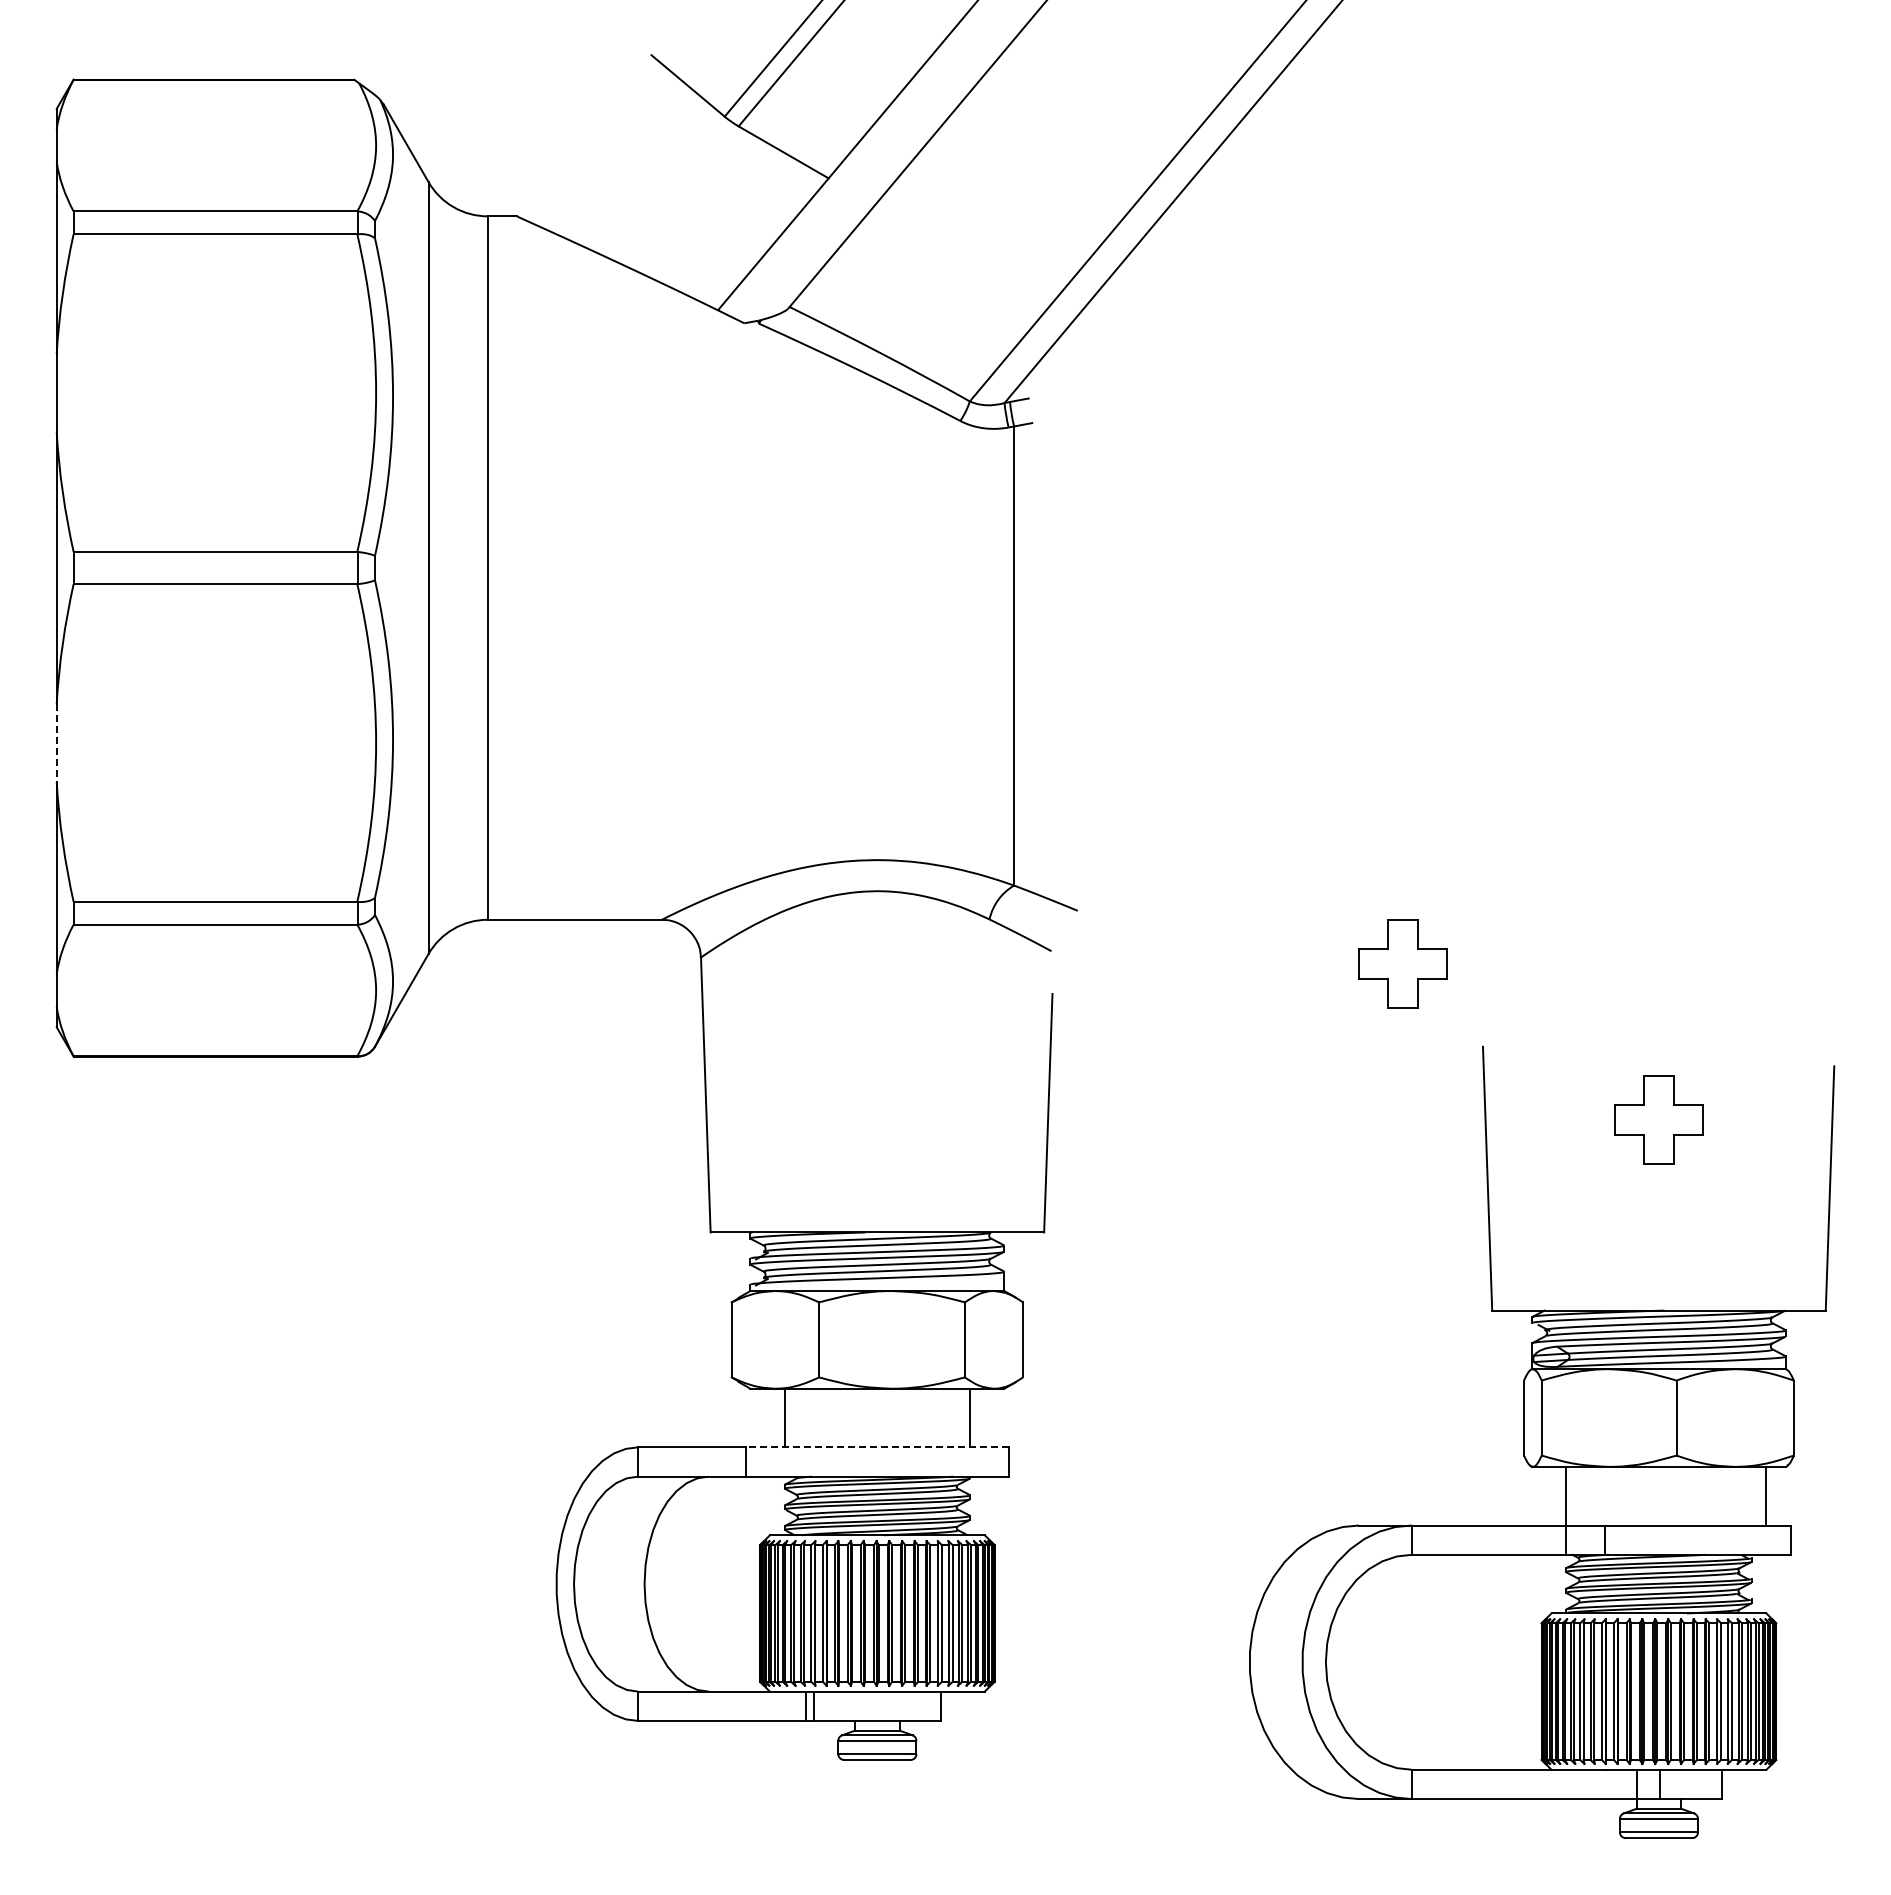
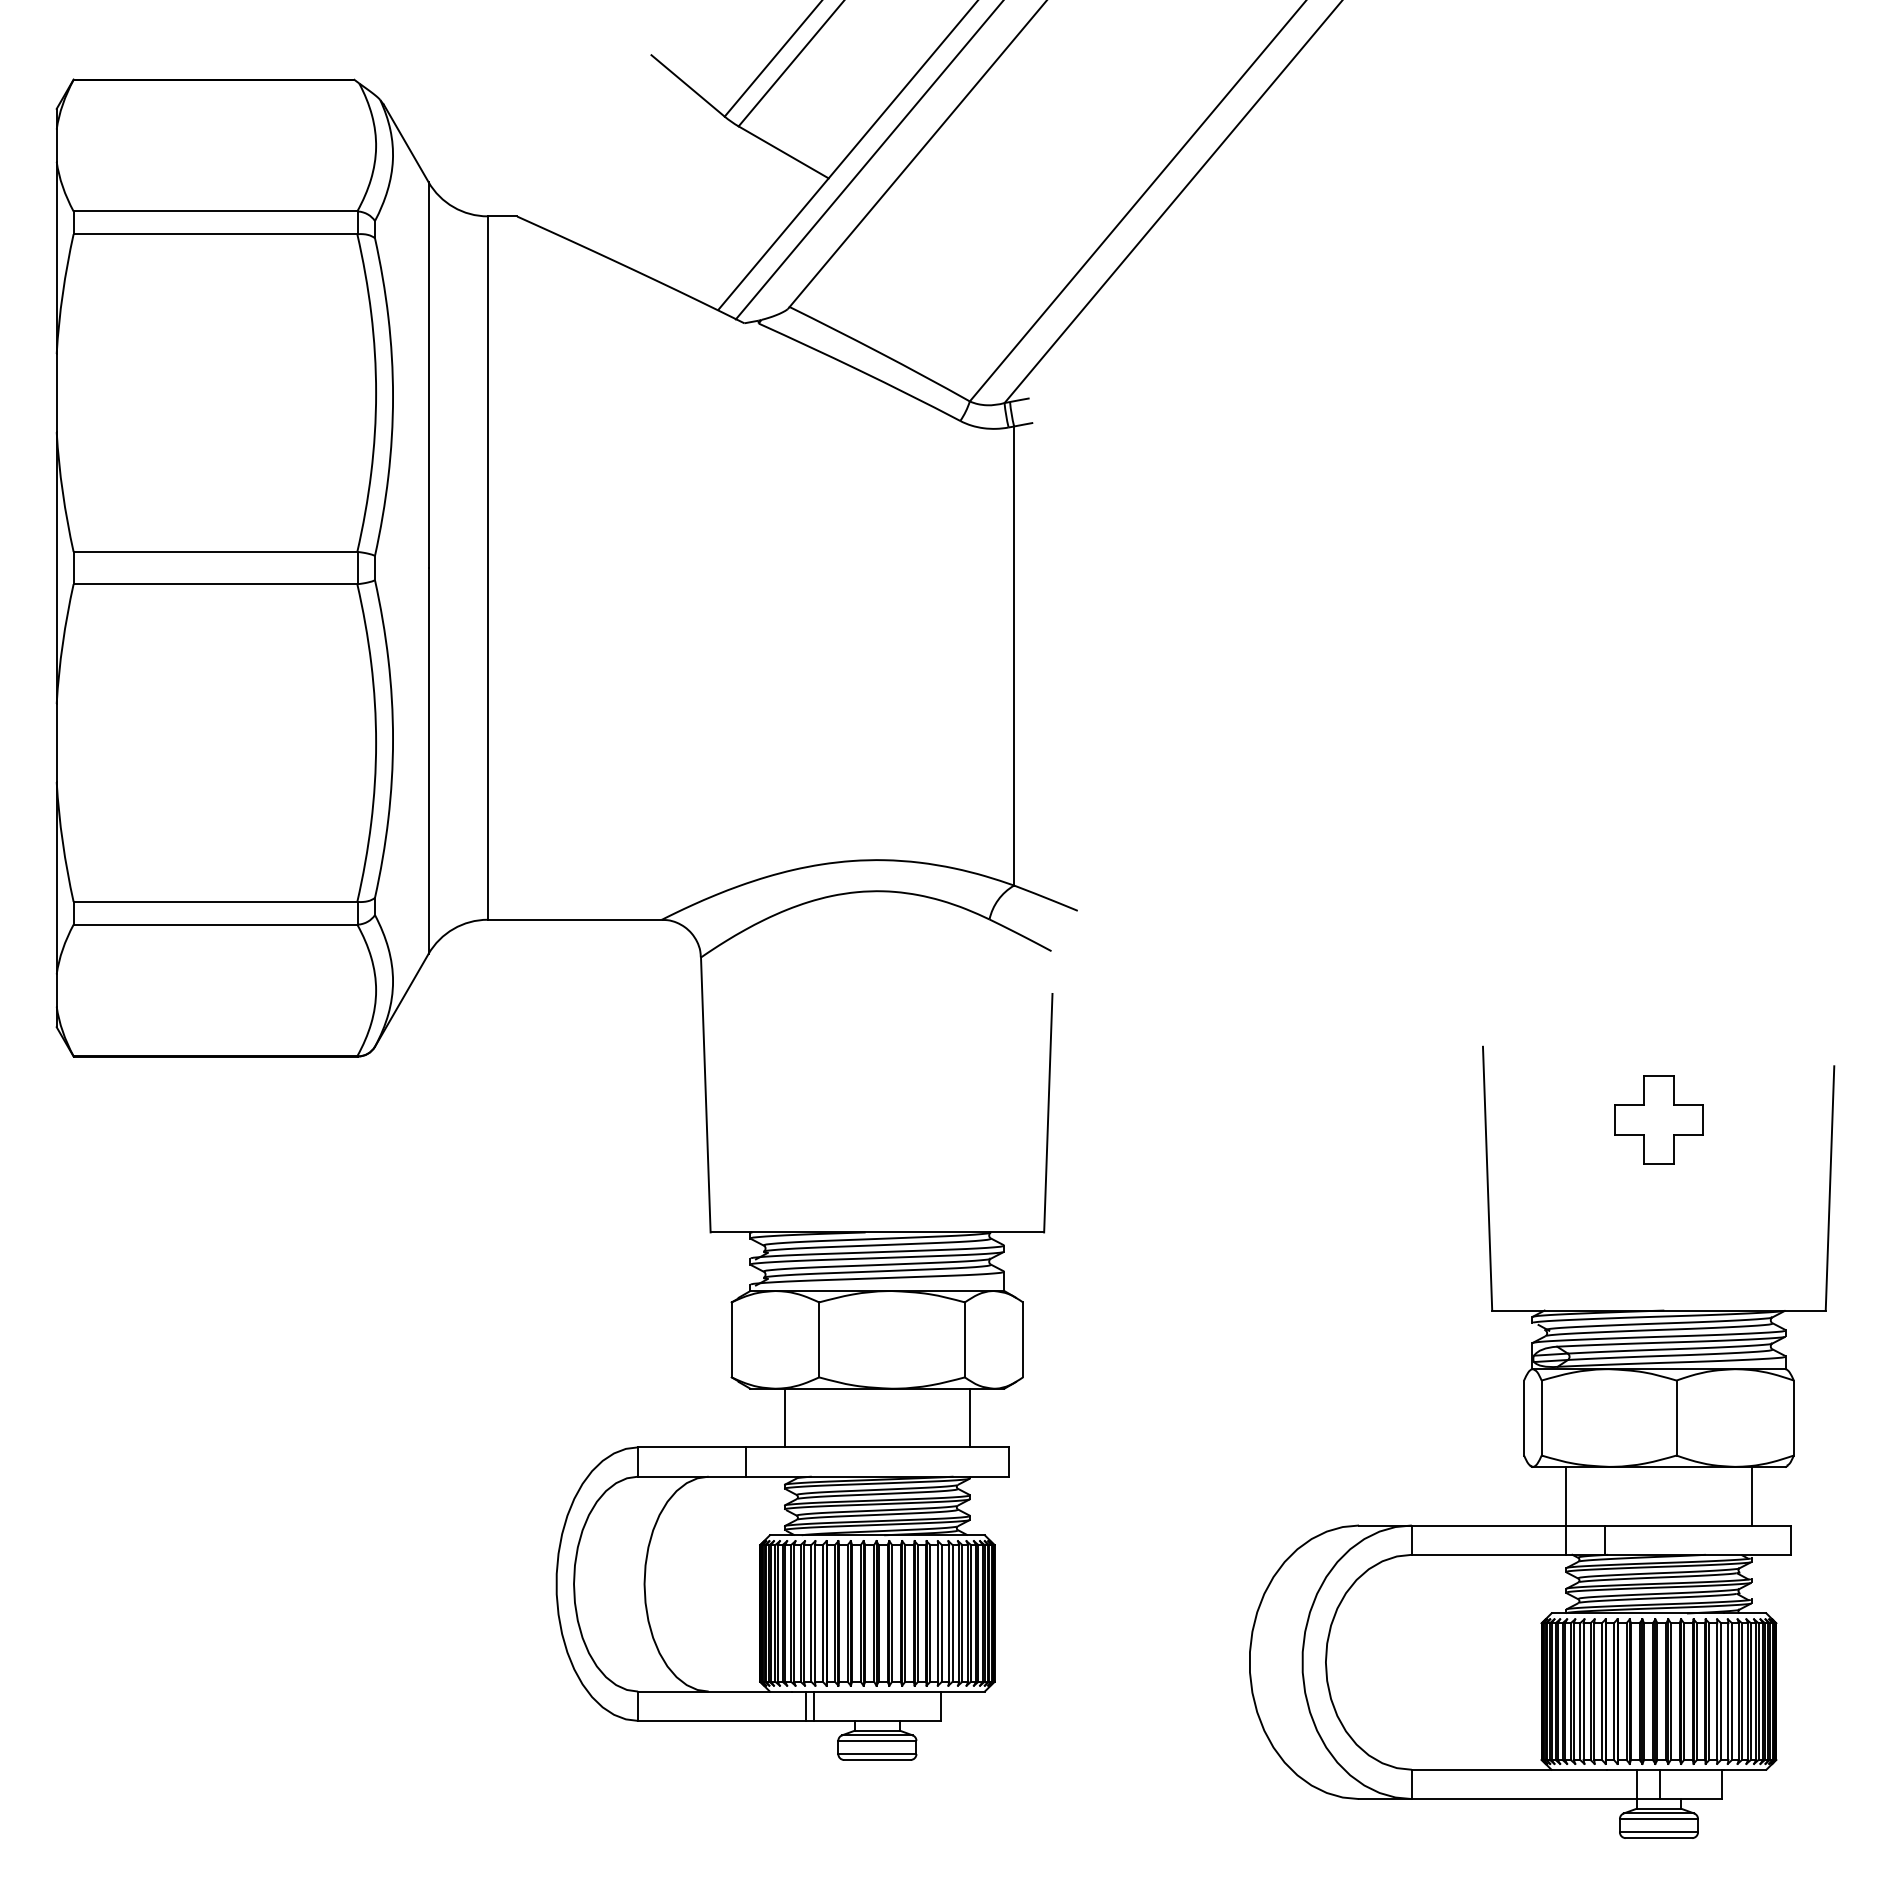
line at (868, 160): none -> present
line at (56, 743): dashed -> solid
part at (1402, 963): present -> none
line at (877, 1447): dashed -> solid
line at (1765, 1495) position: (1765, 1495) -> (1751, 1495)
